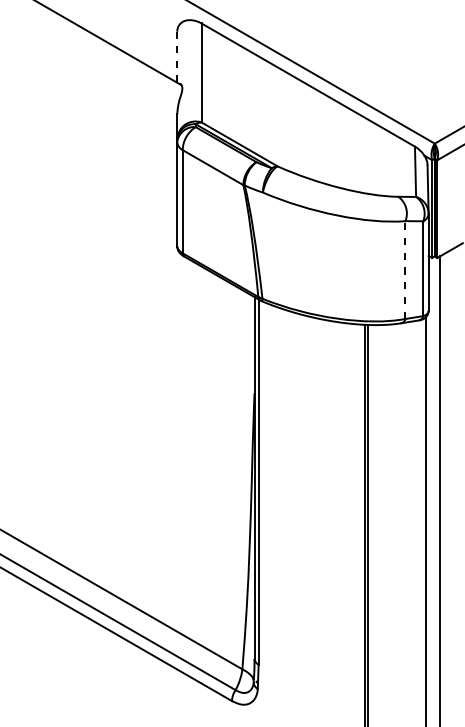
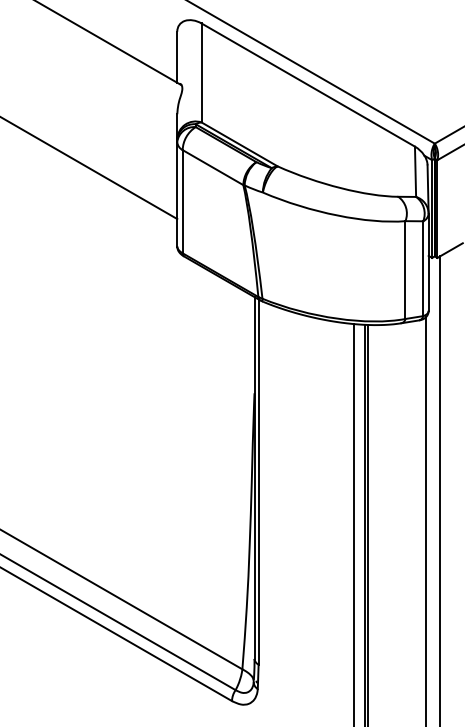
line at (177, 57): dashed -> solid
line at (89, 168): none -> present
line at (405, 270): dashed -> solid
line at (353, 523): none -> present
